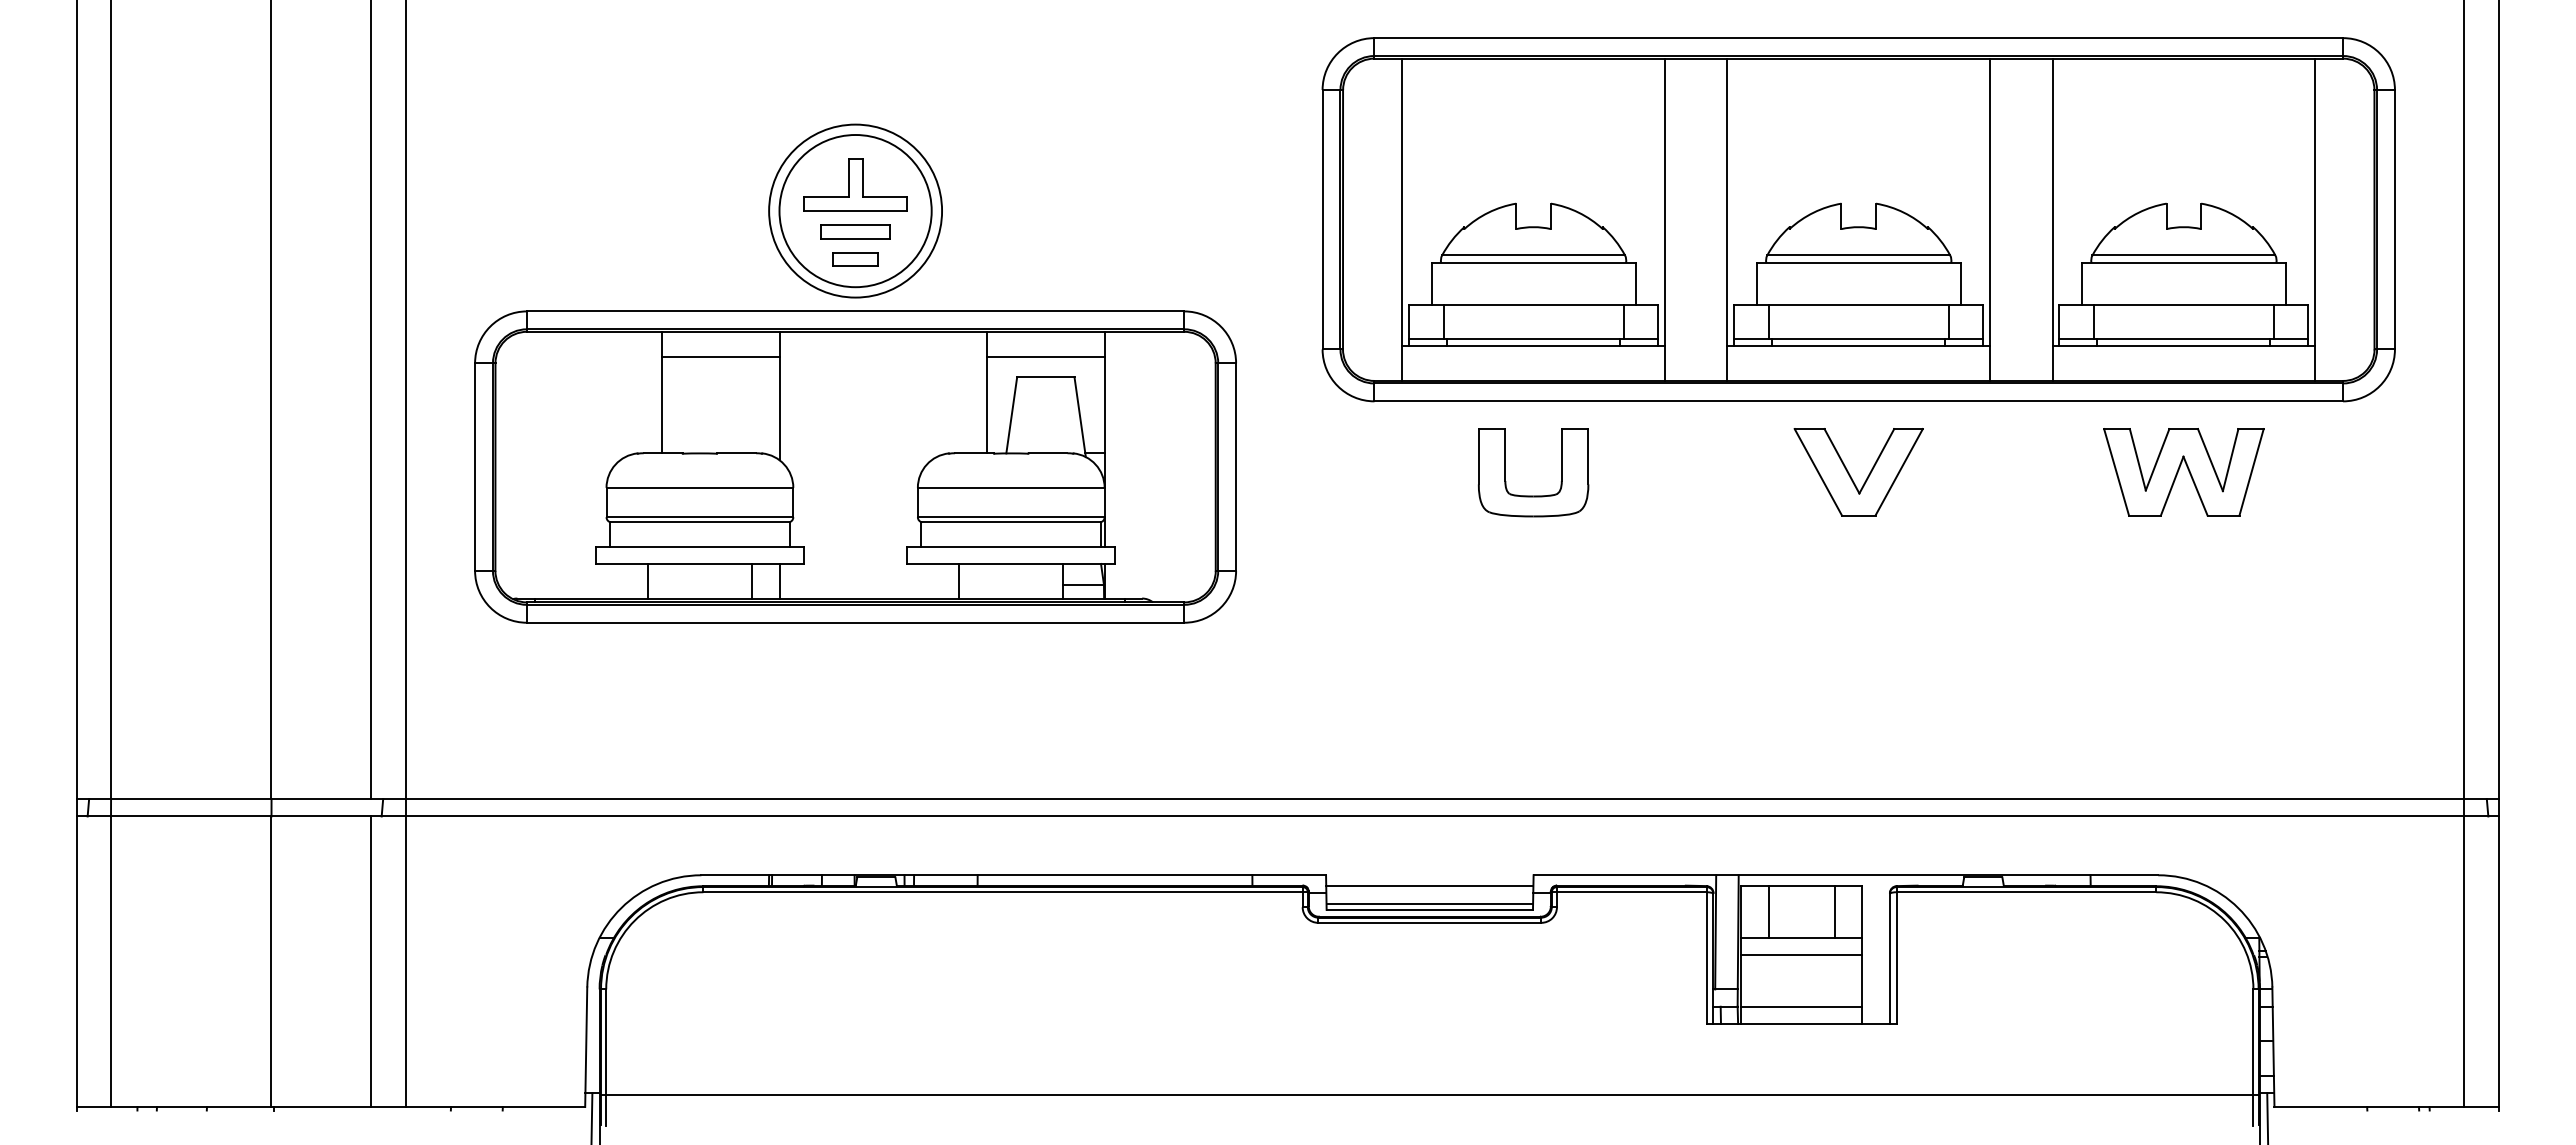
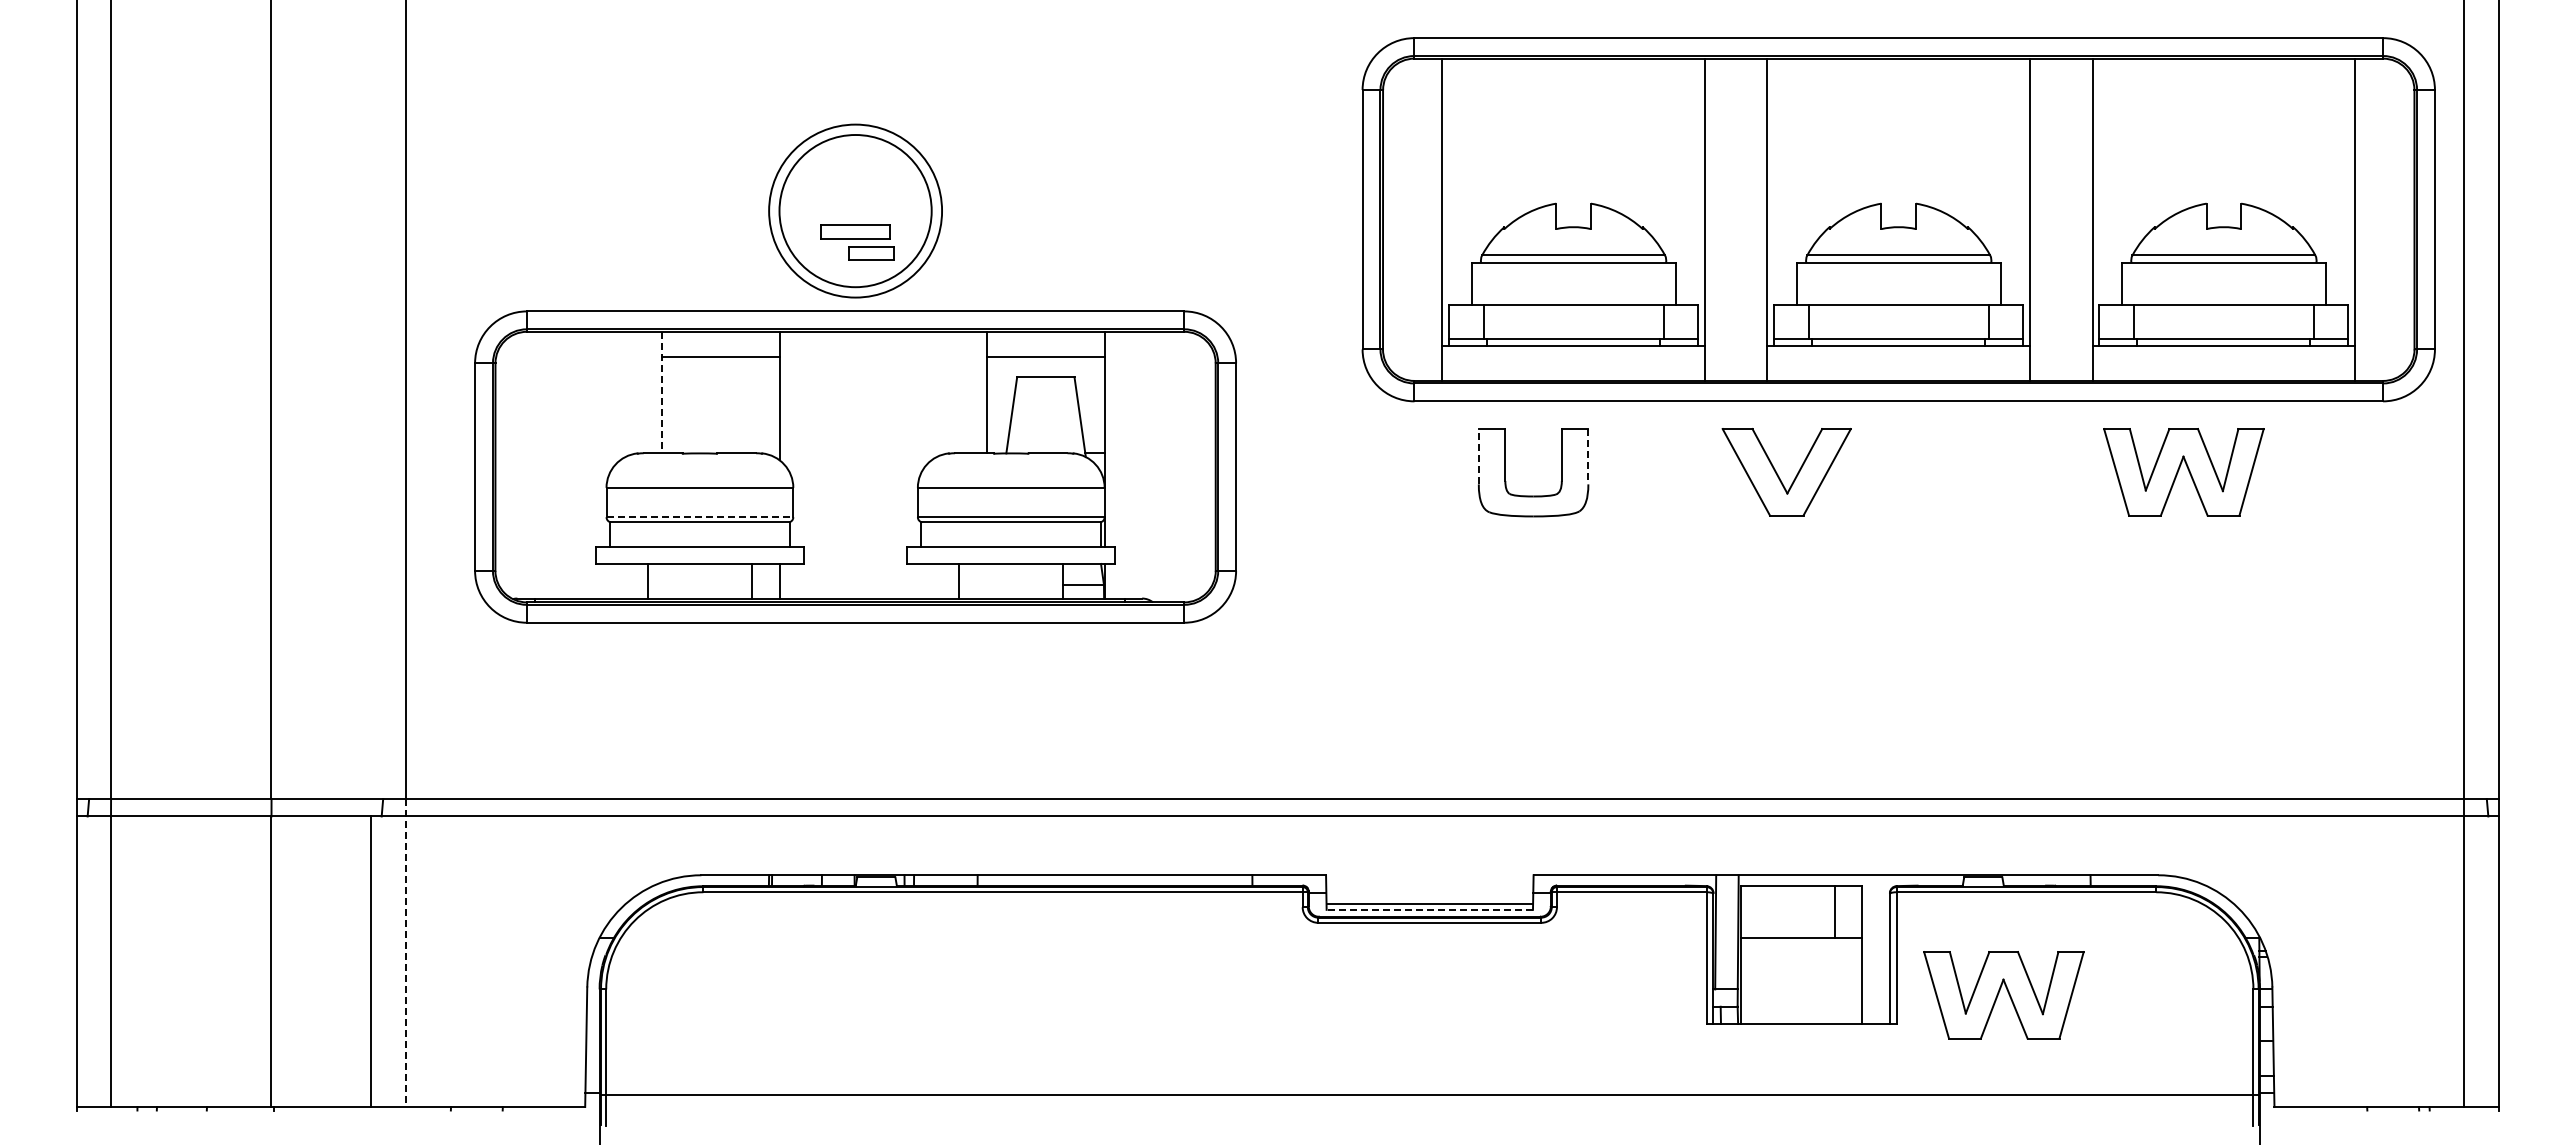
part at (855, 184): present -> none
part at (1858, 219) position: (1858, 219) -> (1898, 219)
part at (855, 259) position: (855, 259) -> (871, 253)
line at (661, 392): solid -> dashed
line at (371, 400): present -> none
line at (1478, 456): solid -> dashed
line at (1588, 456): solid -> dashed
part at (1851, 476) position: (1851, 476) -> (1779, 476)
line at (700, 517): solid -> dashed
line at (1429, 885): present -> none
line at (1429, 909): solid -> dashed
line at (1768, 911): present -> none
line at (405, 953): solid -> dashed
line at (1801, 954): present -> none
part at (2003, 995): none -> present
line at (1801, 1006): present -> none
line at (591, 1117): present -> none
line at (2267, 1117): present -> none
